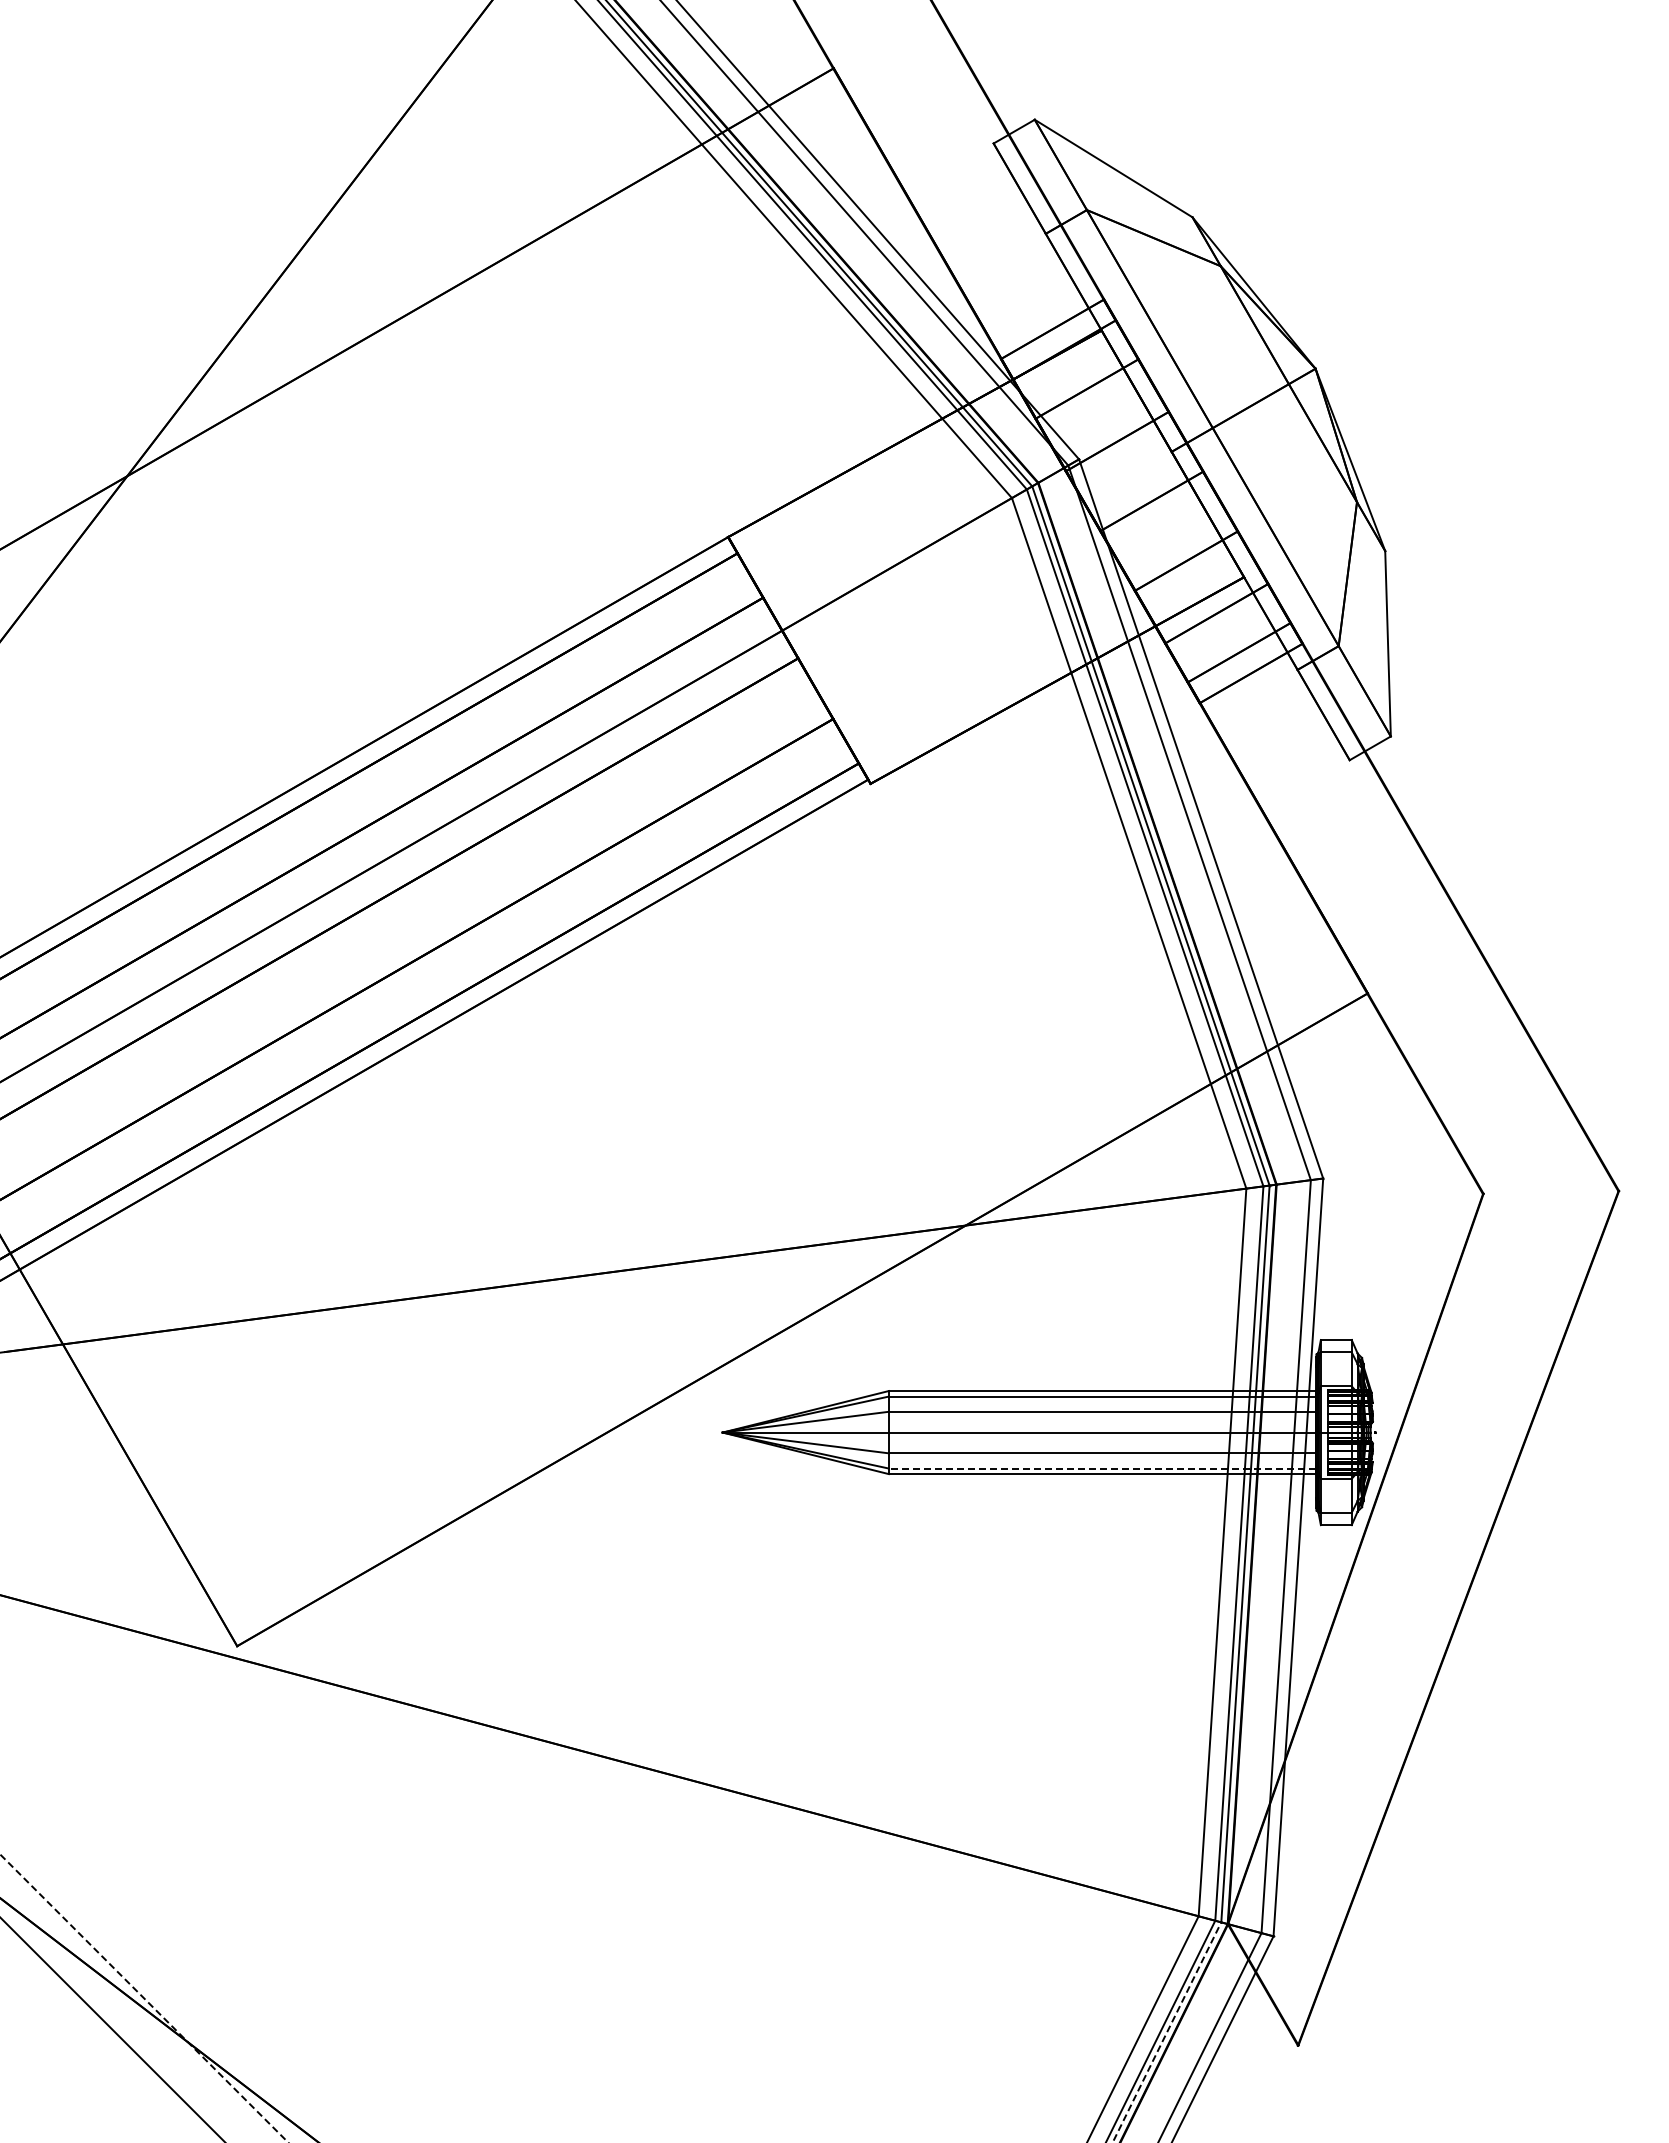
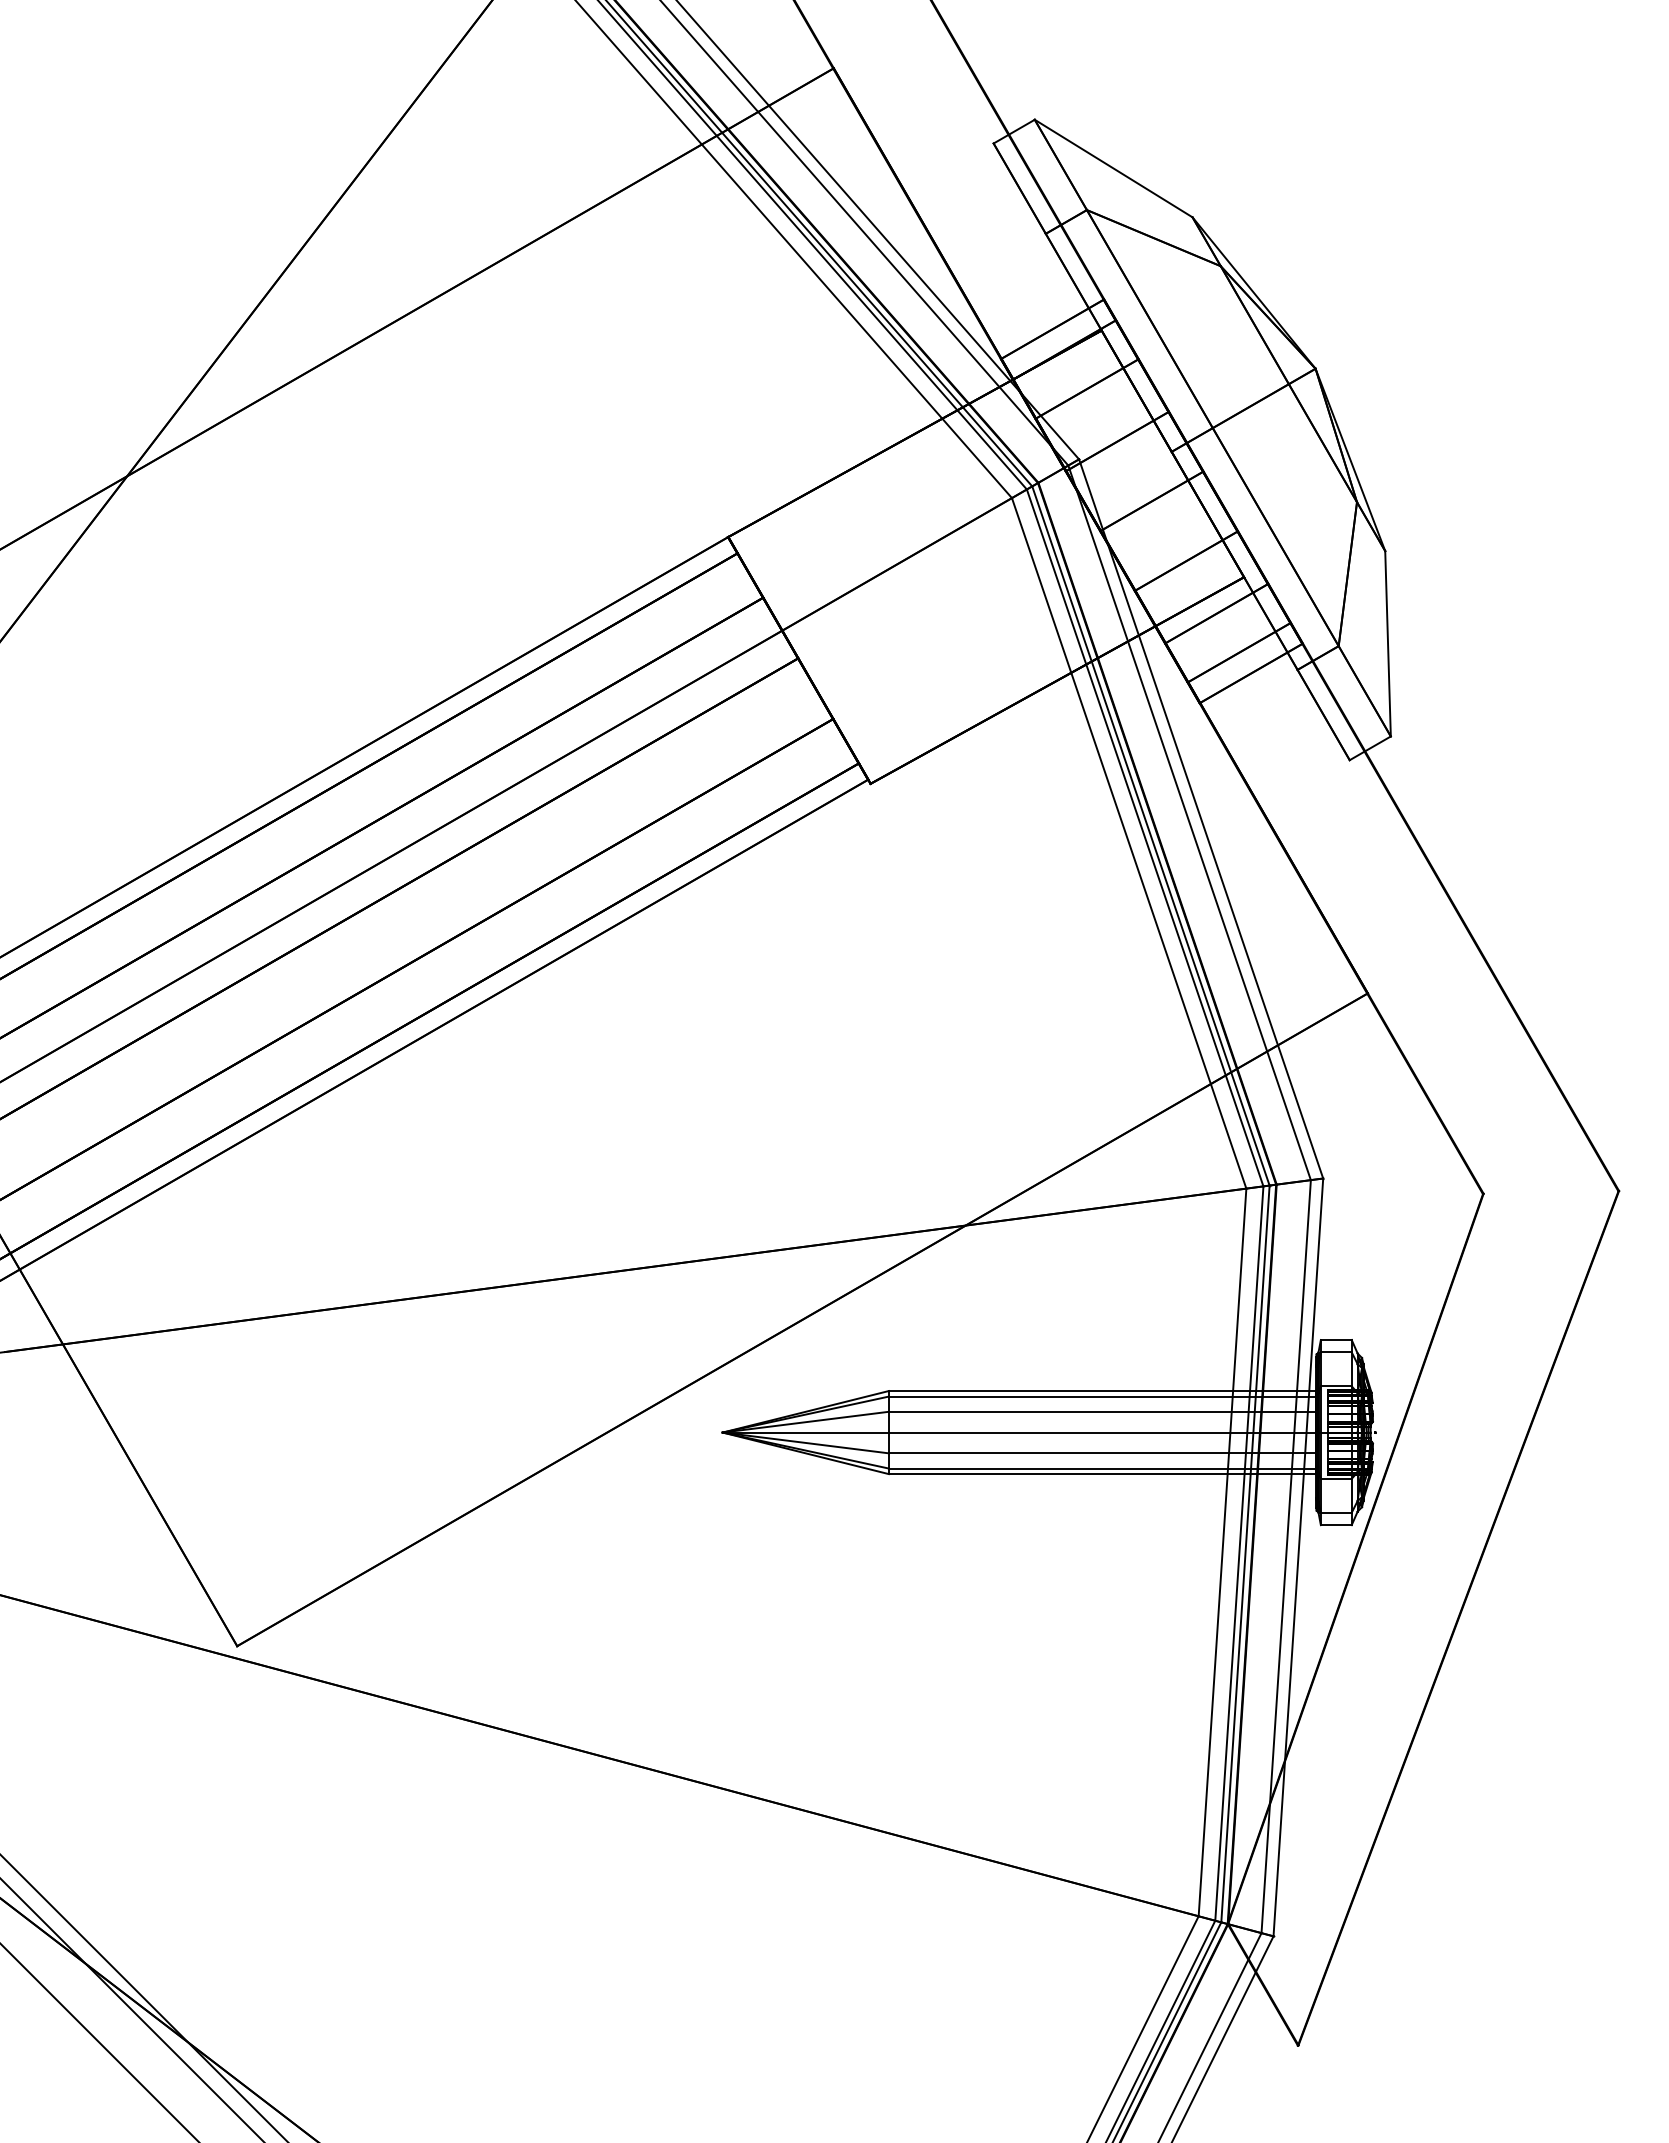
line at (1102, 1468): dashed -> solid
line at (144, 1998): dashed -> solid
line at (131, 2009): none -> present
line at (112, 2029) position: (112, 2029) -> (99, 2042)
line at (1166, 2032): dashed -> solid
